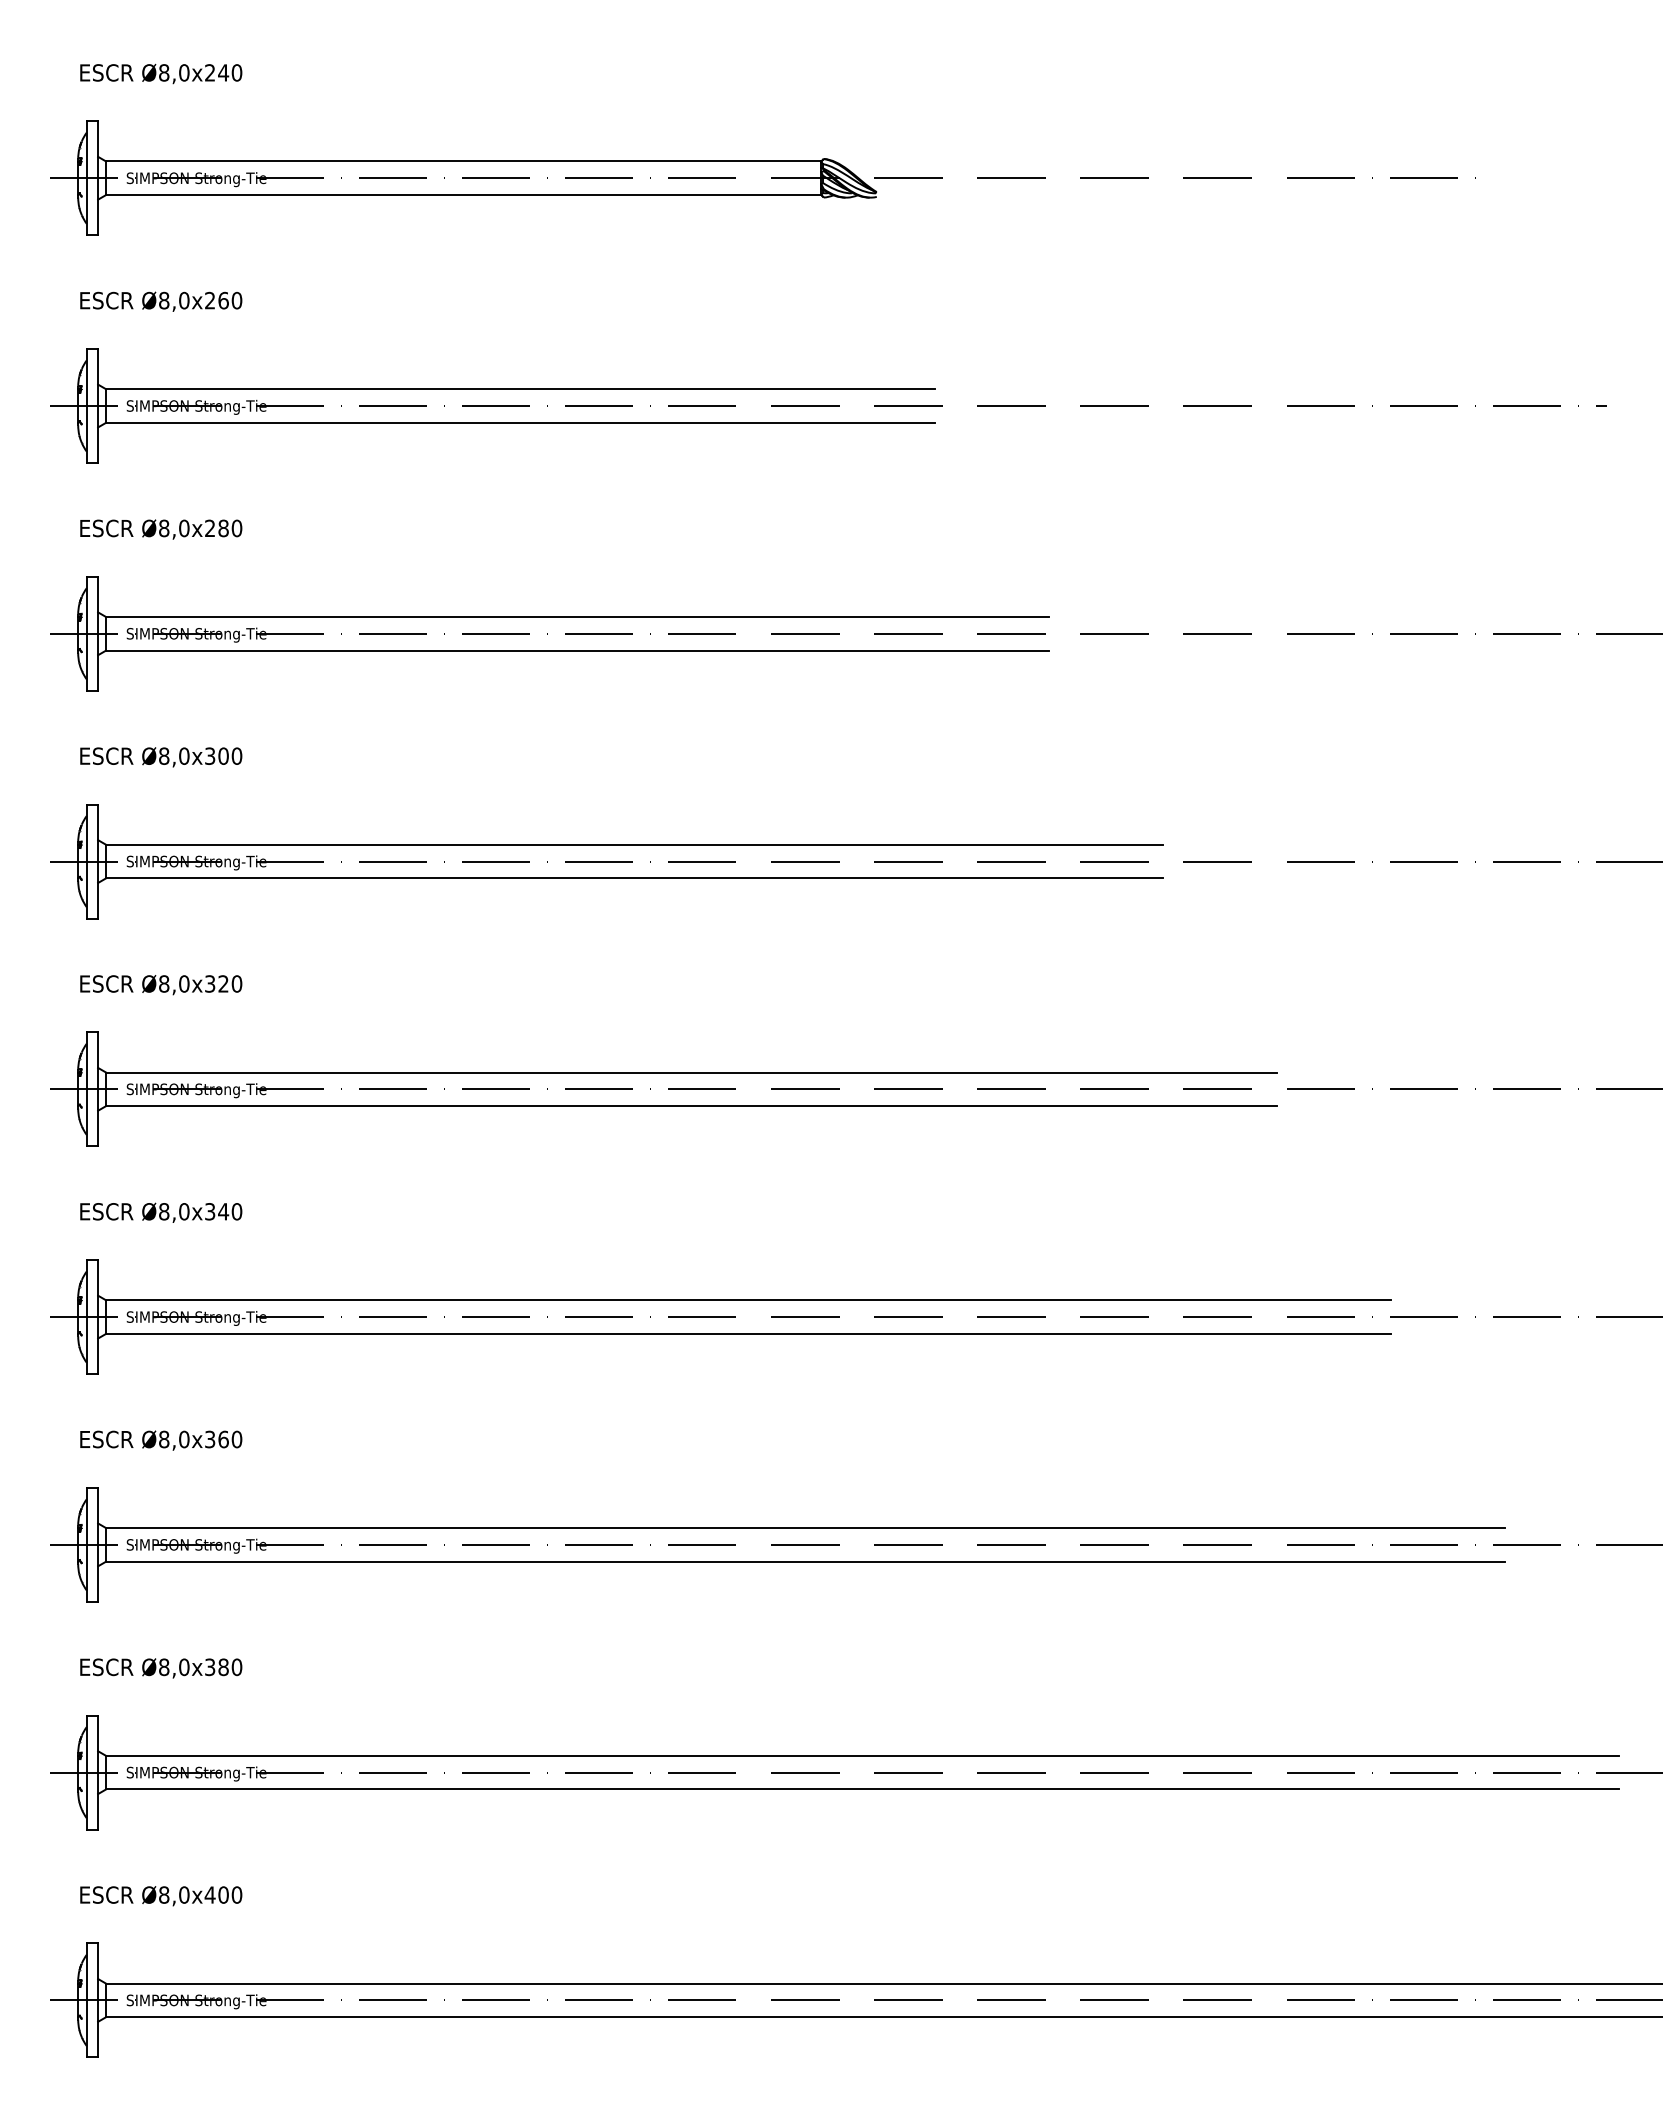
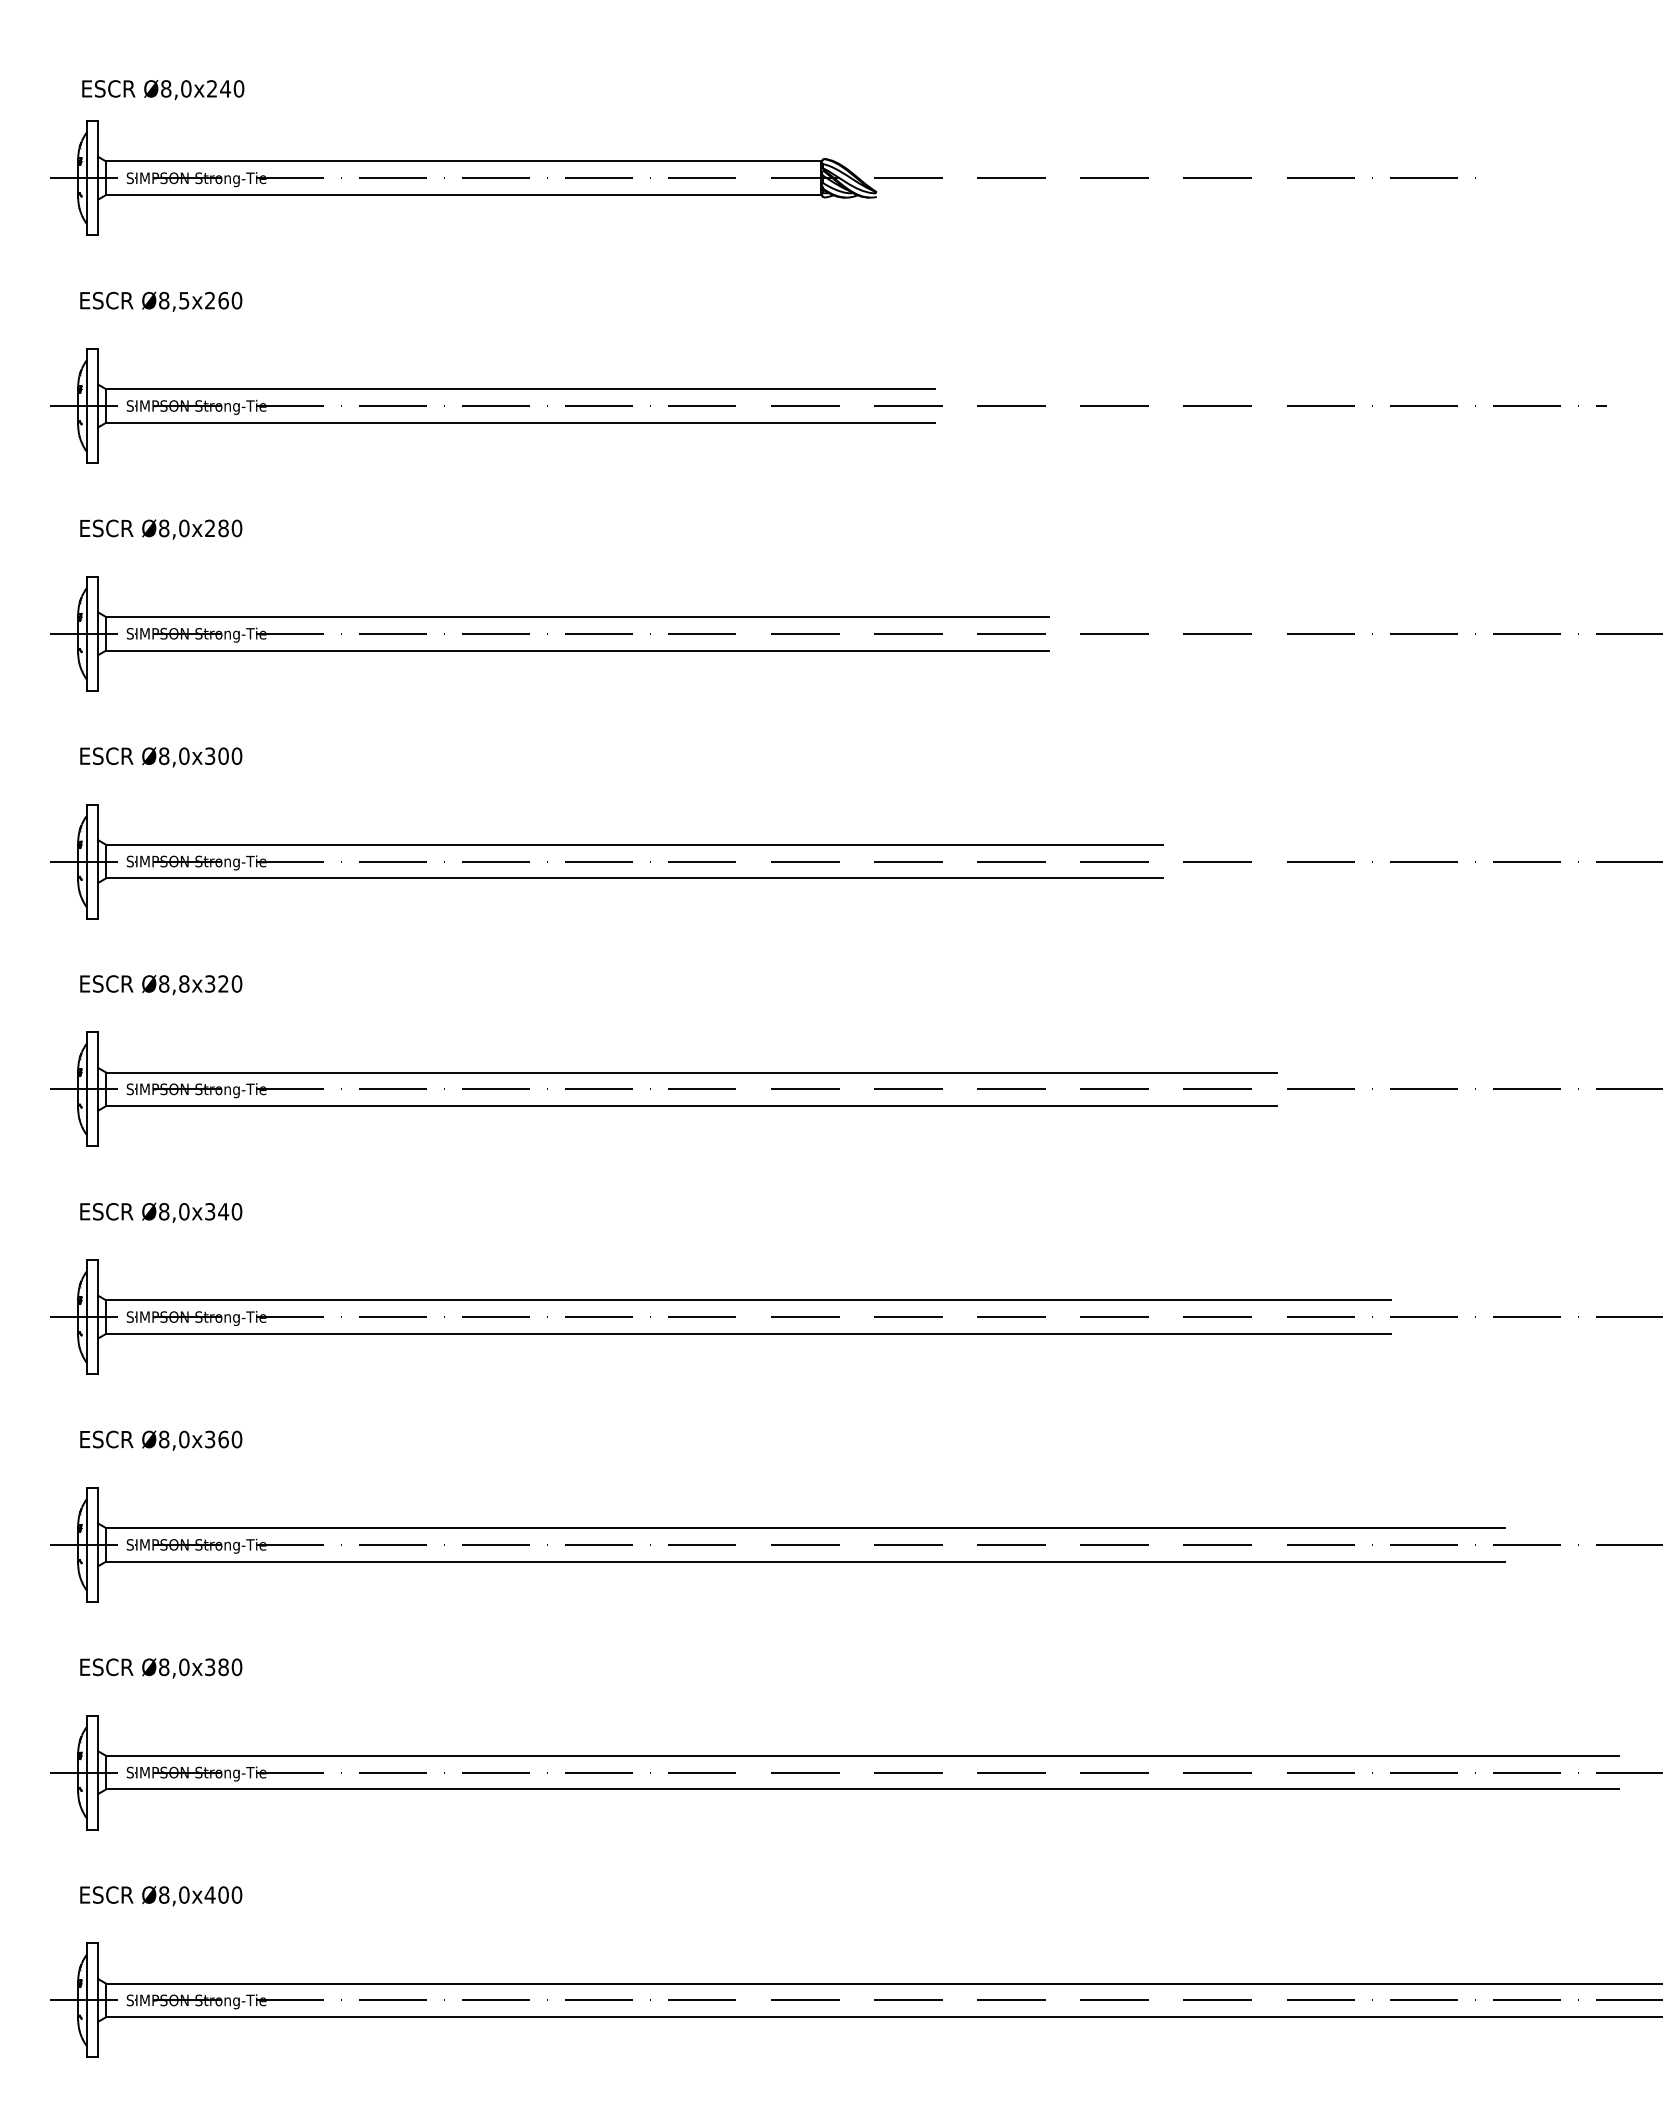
text at (161, 73) position: (161, 73) -> (163, 89)
text at (184, 300): Ø8,0x260 -> Ø8,5x260
text at (184, 983): Ø8,0x320 -> Ø8,8x320
